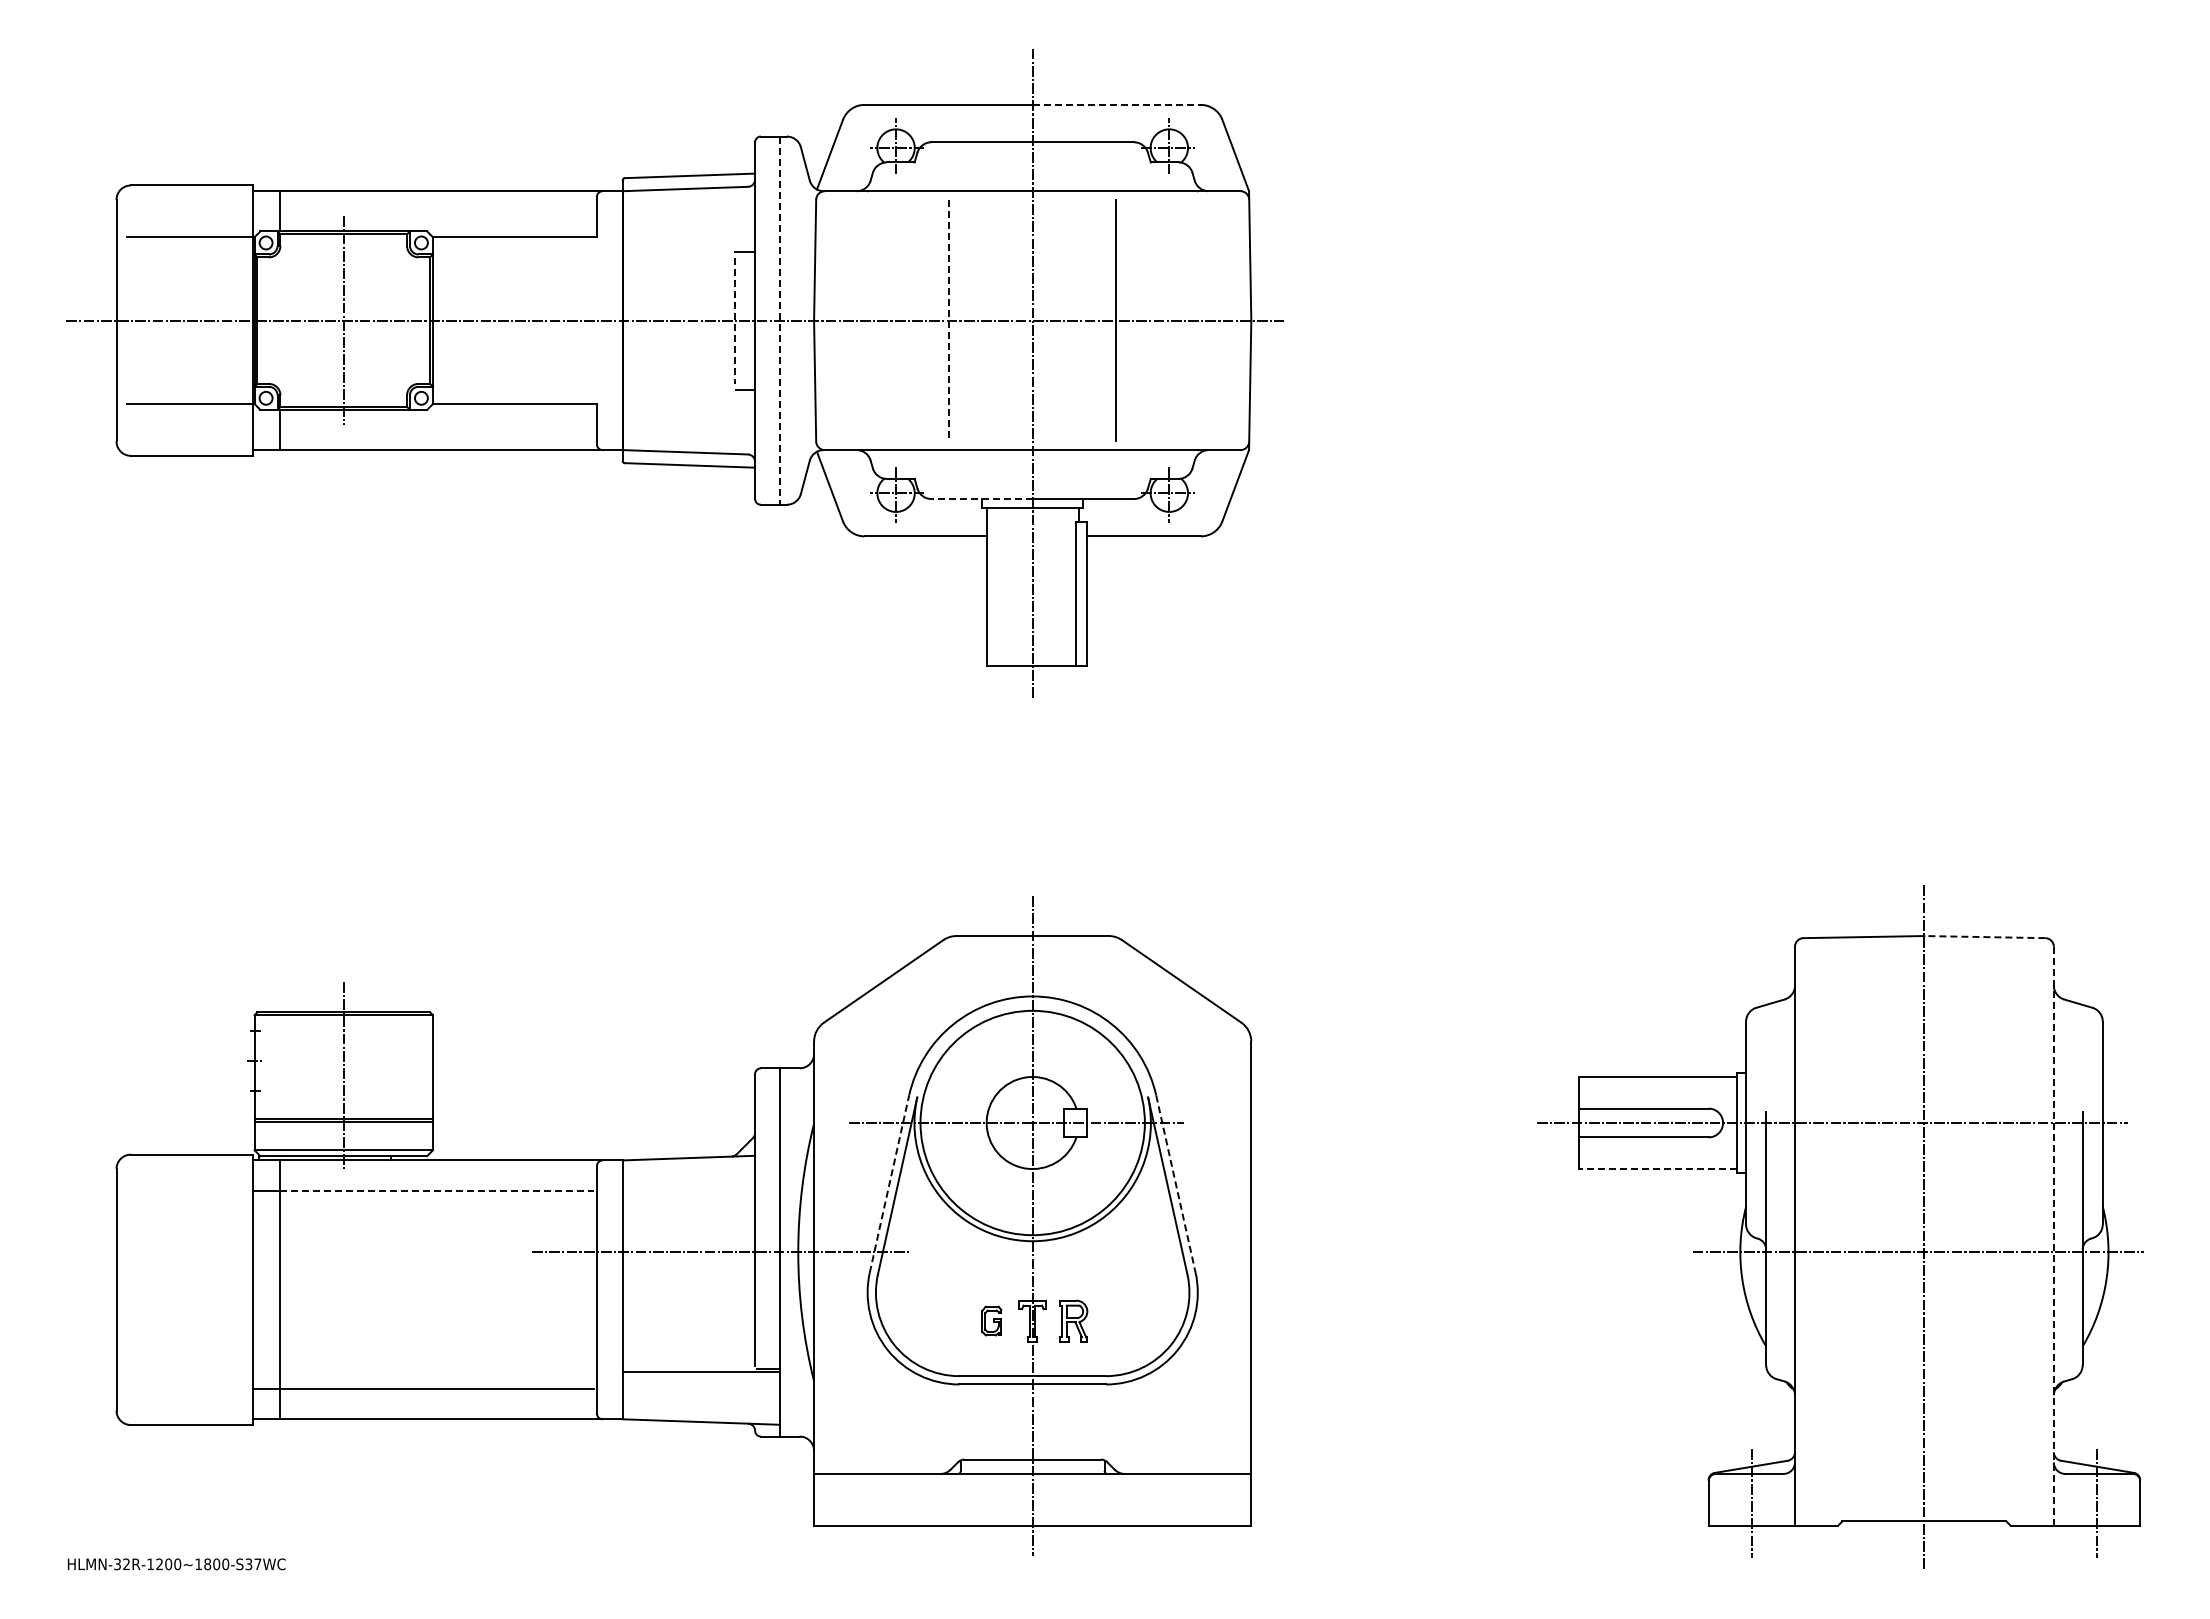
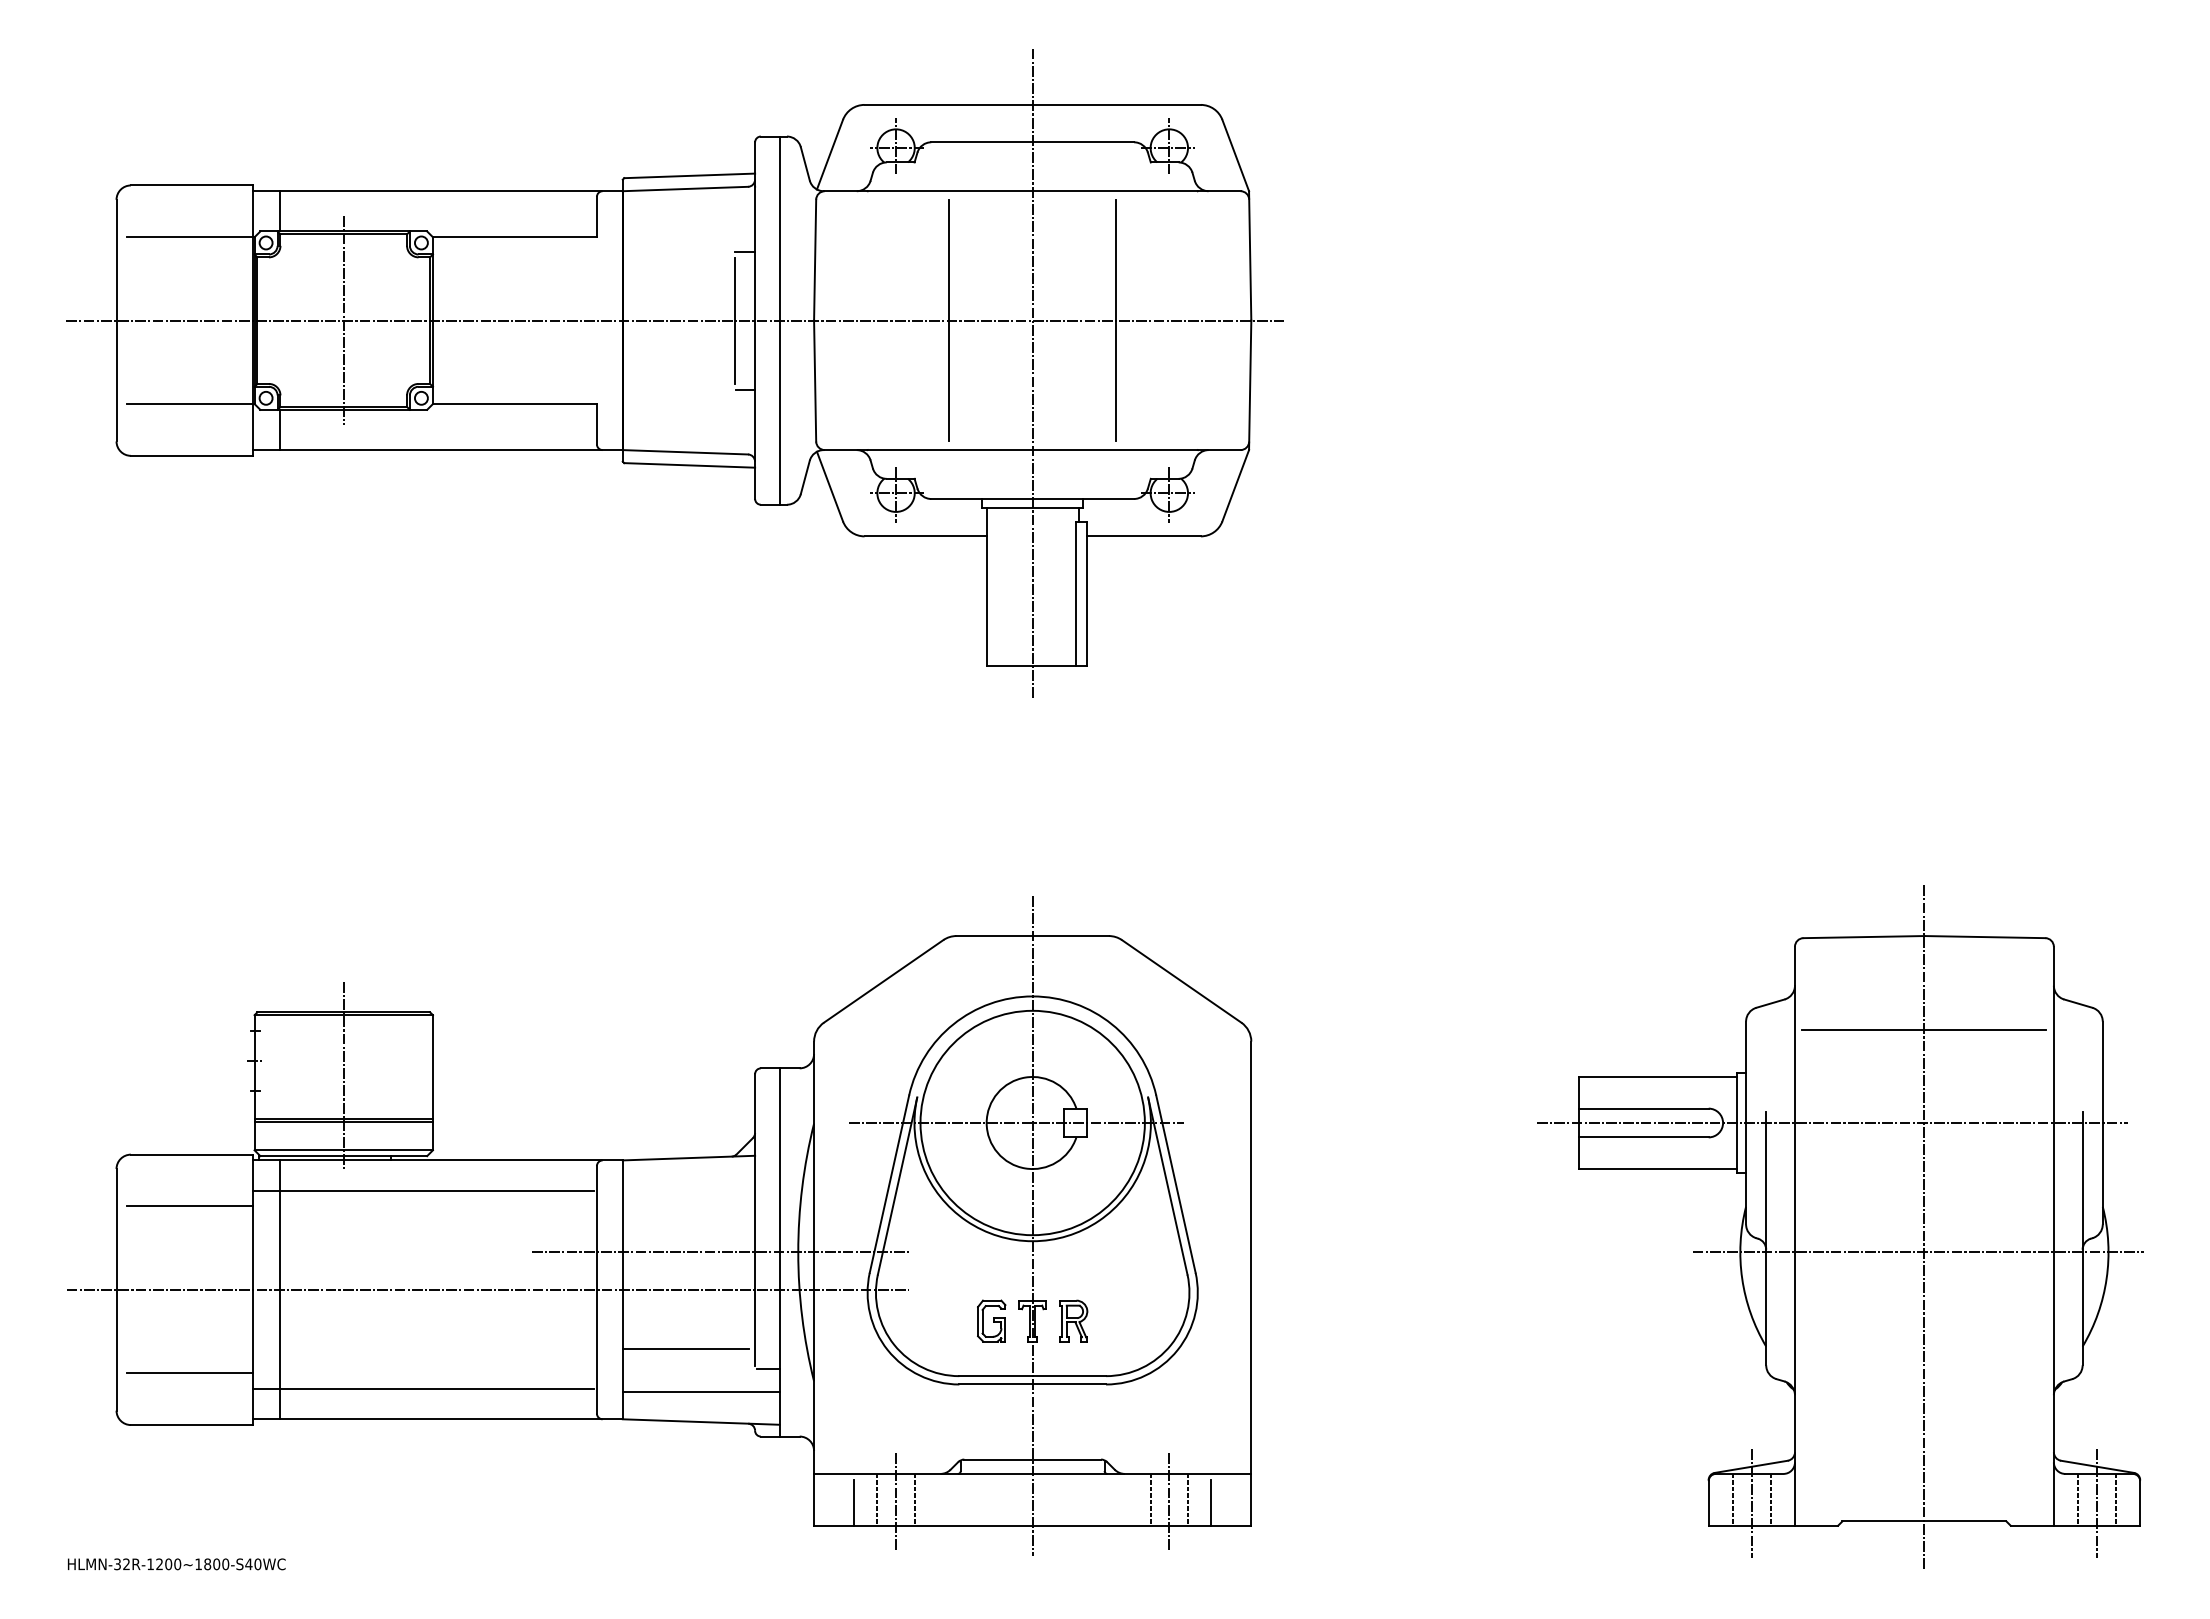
line at (1117, 104): dashed -> solid
line at (734, 320): dashed -> solid
line at (949, 320): dashed -> solid
line at (779, 321): dashed -> solid
line at (981, 499): dashed -> solid
line at (1984, 937): dashed -> solid
line at (1923, 1029): none -> present
line at (1657, 1169): dashed -> solid
line at (889, 1184): dashed -> solid
line at (1175, 1184): dashed -> solid
line at (437, 1190): dashed -> solid
line at (189, 1206): none -> present
line at (2053, 1236): dashed -> solid
line at (487, 1289): none -> present
part at (991, 1320) size: 22x32 px -> 30x44 px
line at (685, 1348): none -> present
line at (700, 1372) position: (700, 1372) -> (700, 1392)
line at (189, 1373): none -> present
line at (877, 1499): none -> present
line at (914, 1499): none -> present
line at (1150, 1499): none -> present
line at (1188, 1499): none -> present
line at (1733, 1499): none -> present
line at (1770, 1499): none -> present
line at (2078, 1499): none -> present
line at (2115, 1499): none -> present
line at (1169, 1501): none -> present
line at (854, 1502): none -> present
line at (896, 1502): none -> present
line at (1211, 1502): none -> present
text at (253, 1564): HLMN-32R-1200~1800-S37WC -> HLMN-32R-1200~1800-S40WC
